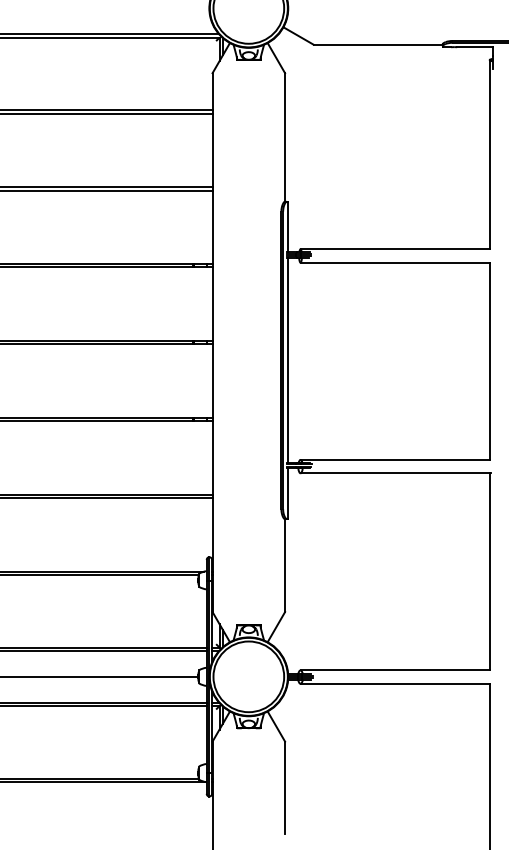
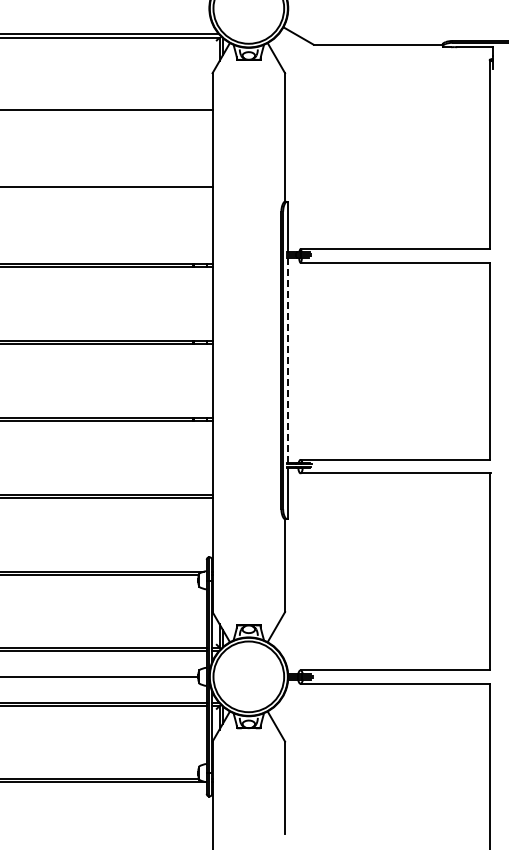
line at (107, 113): present -> none
line at (107, 190): present -> none
line at (287, 360): solid -> dashed
